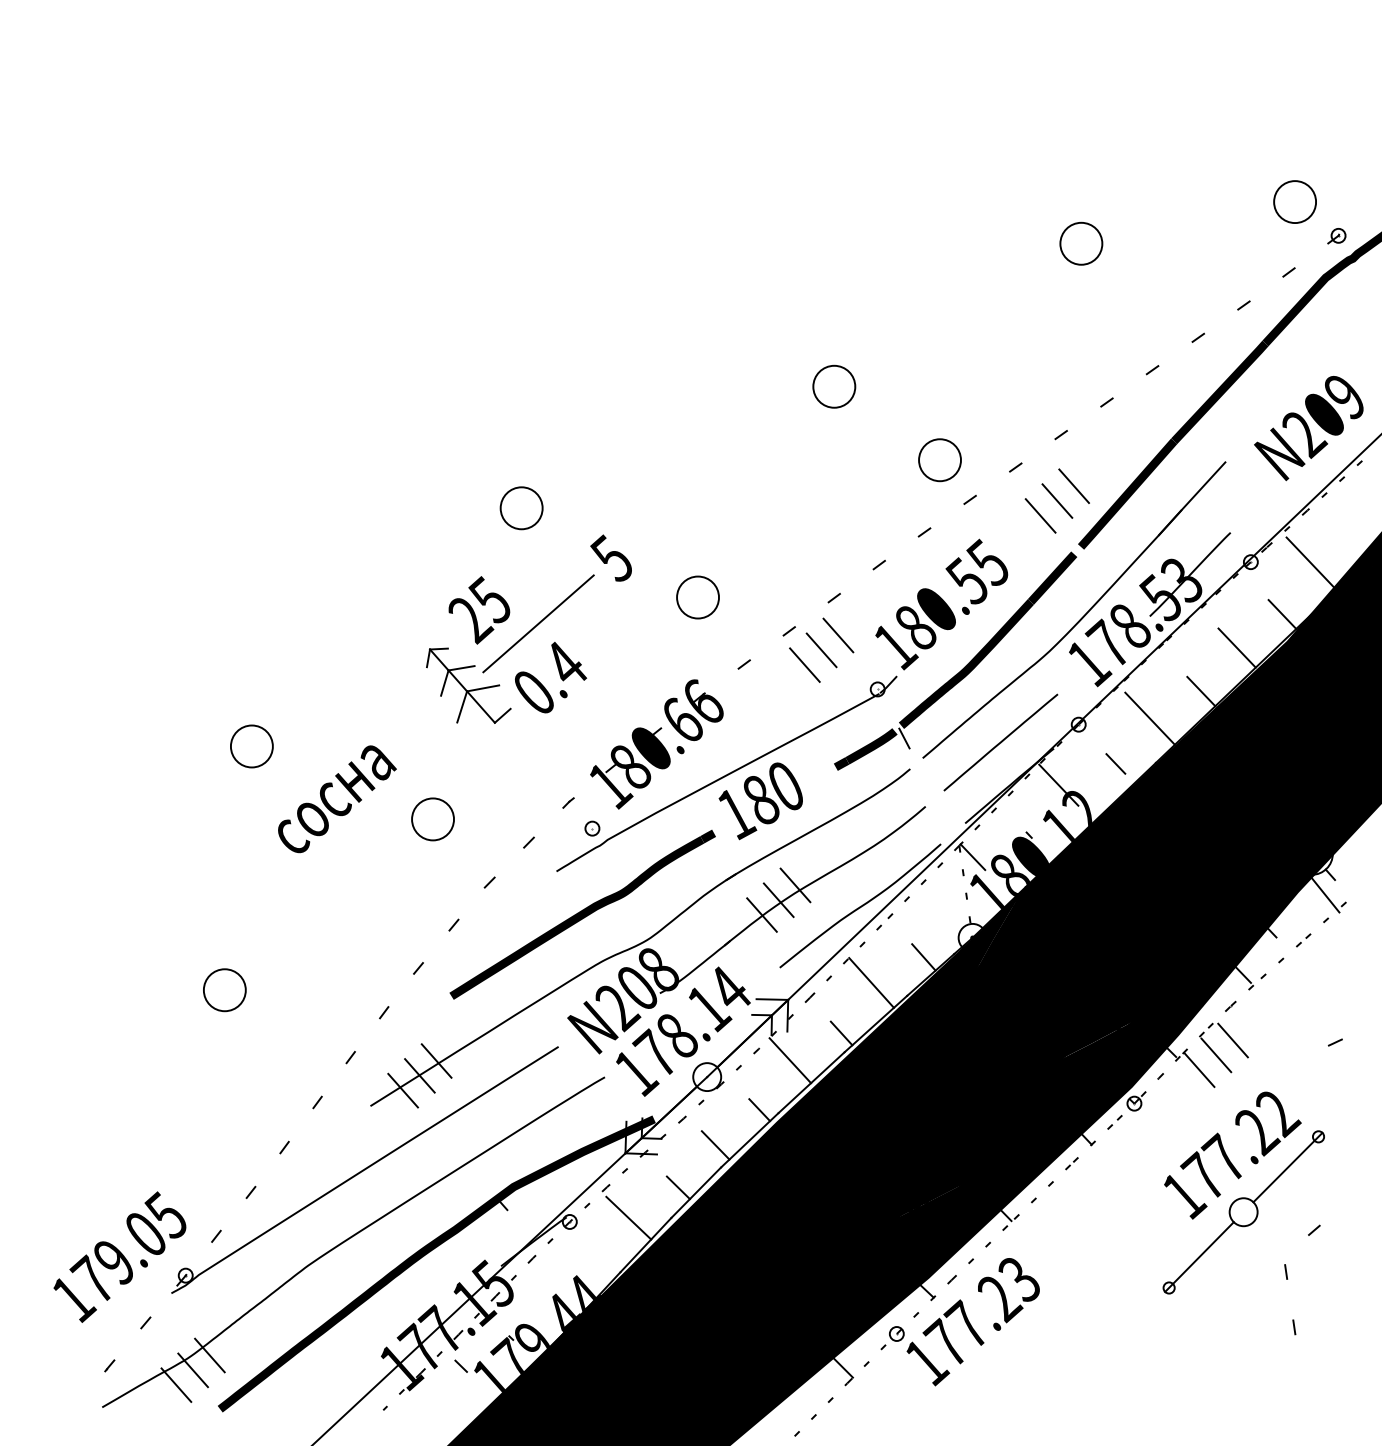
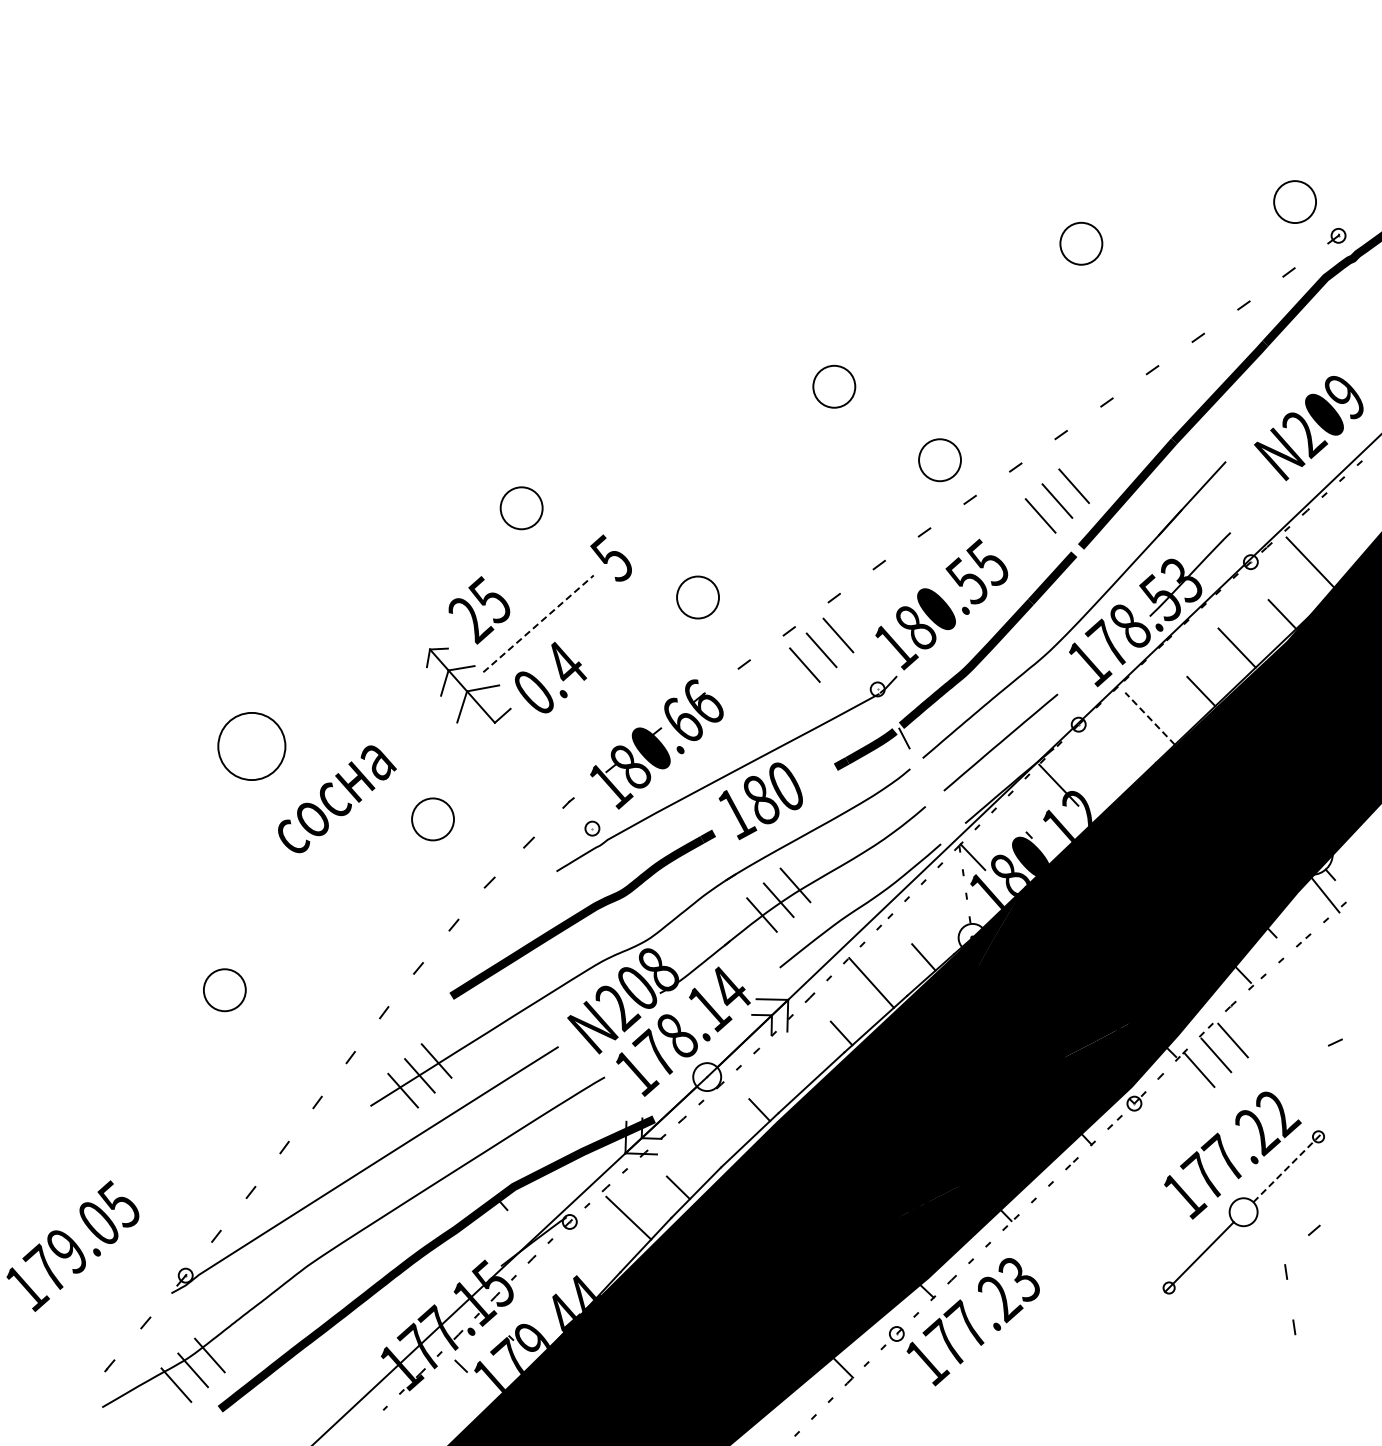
line at (538, 623): solid -> dashed
line at (1150, 718): solid -> dashed
part at (251, 746) size: 44x45 px -> 70x69 px
line at (1115, 763): present -> none
line at (790, 1060): present -> none
line at (715, 1145): present -> none
line at (1287, 1167): solid -> dashed
text at (119, 1256) position: (119, 1256) -> (72, 1245)
